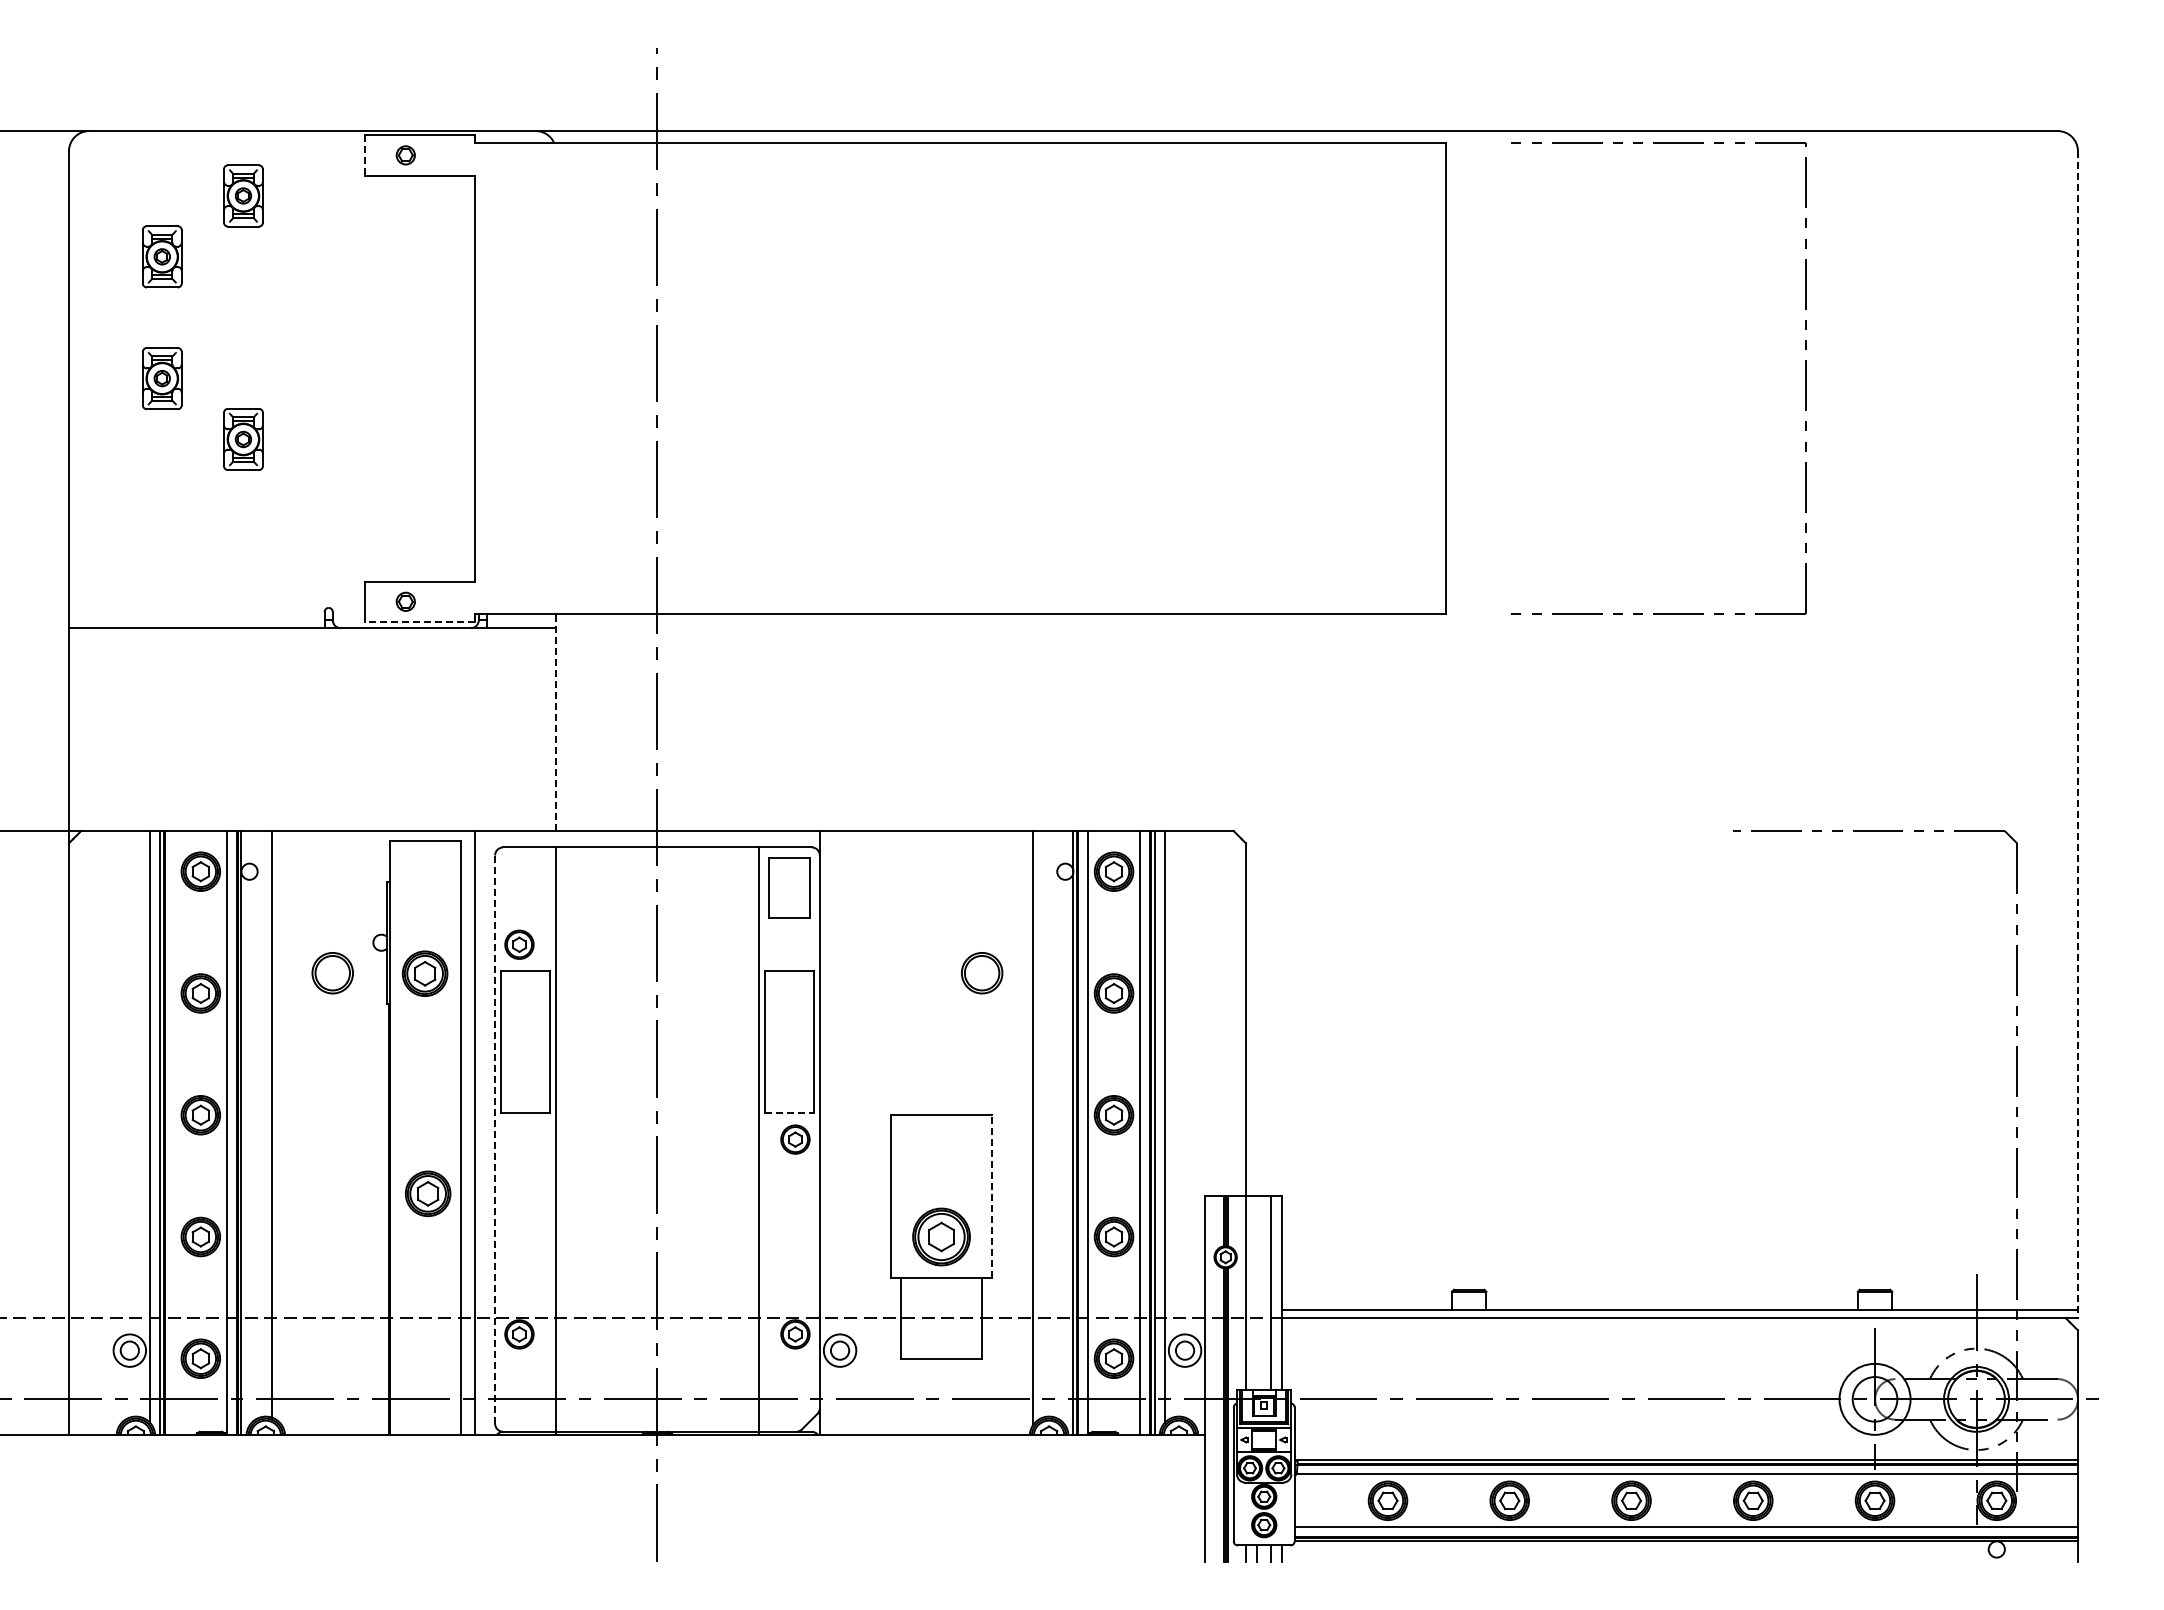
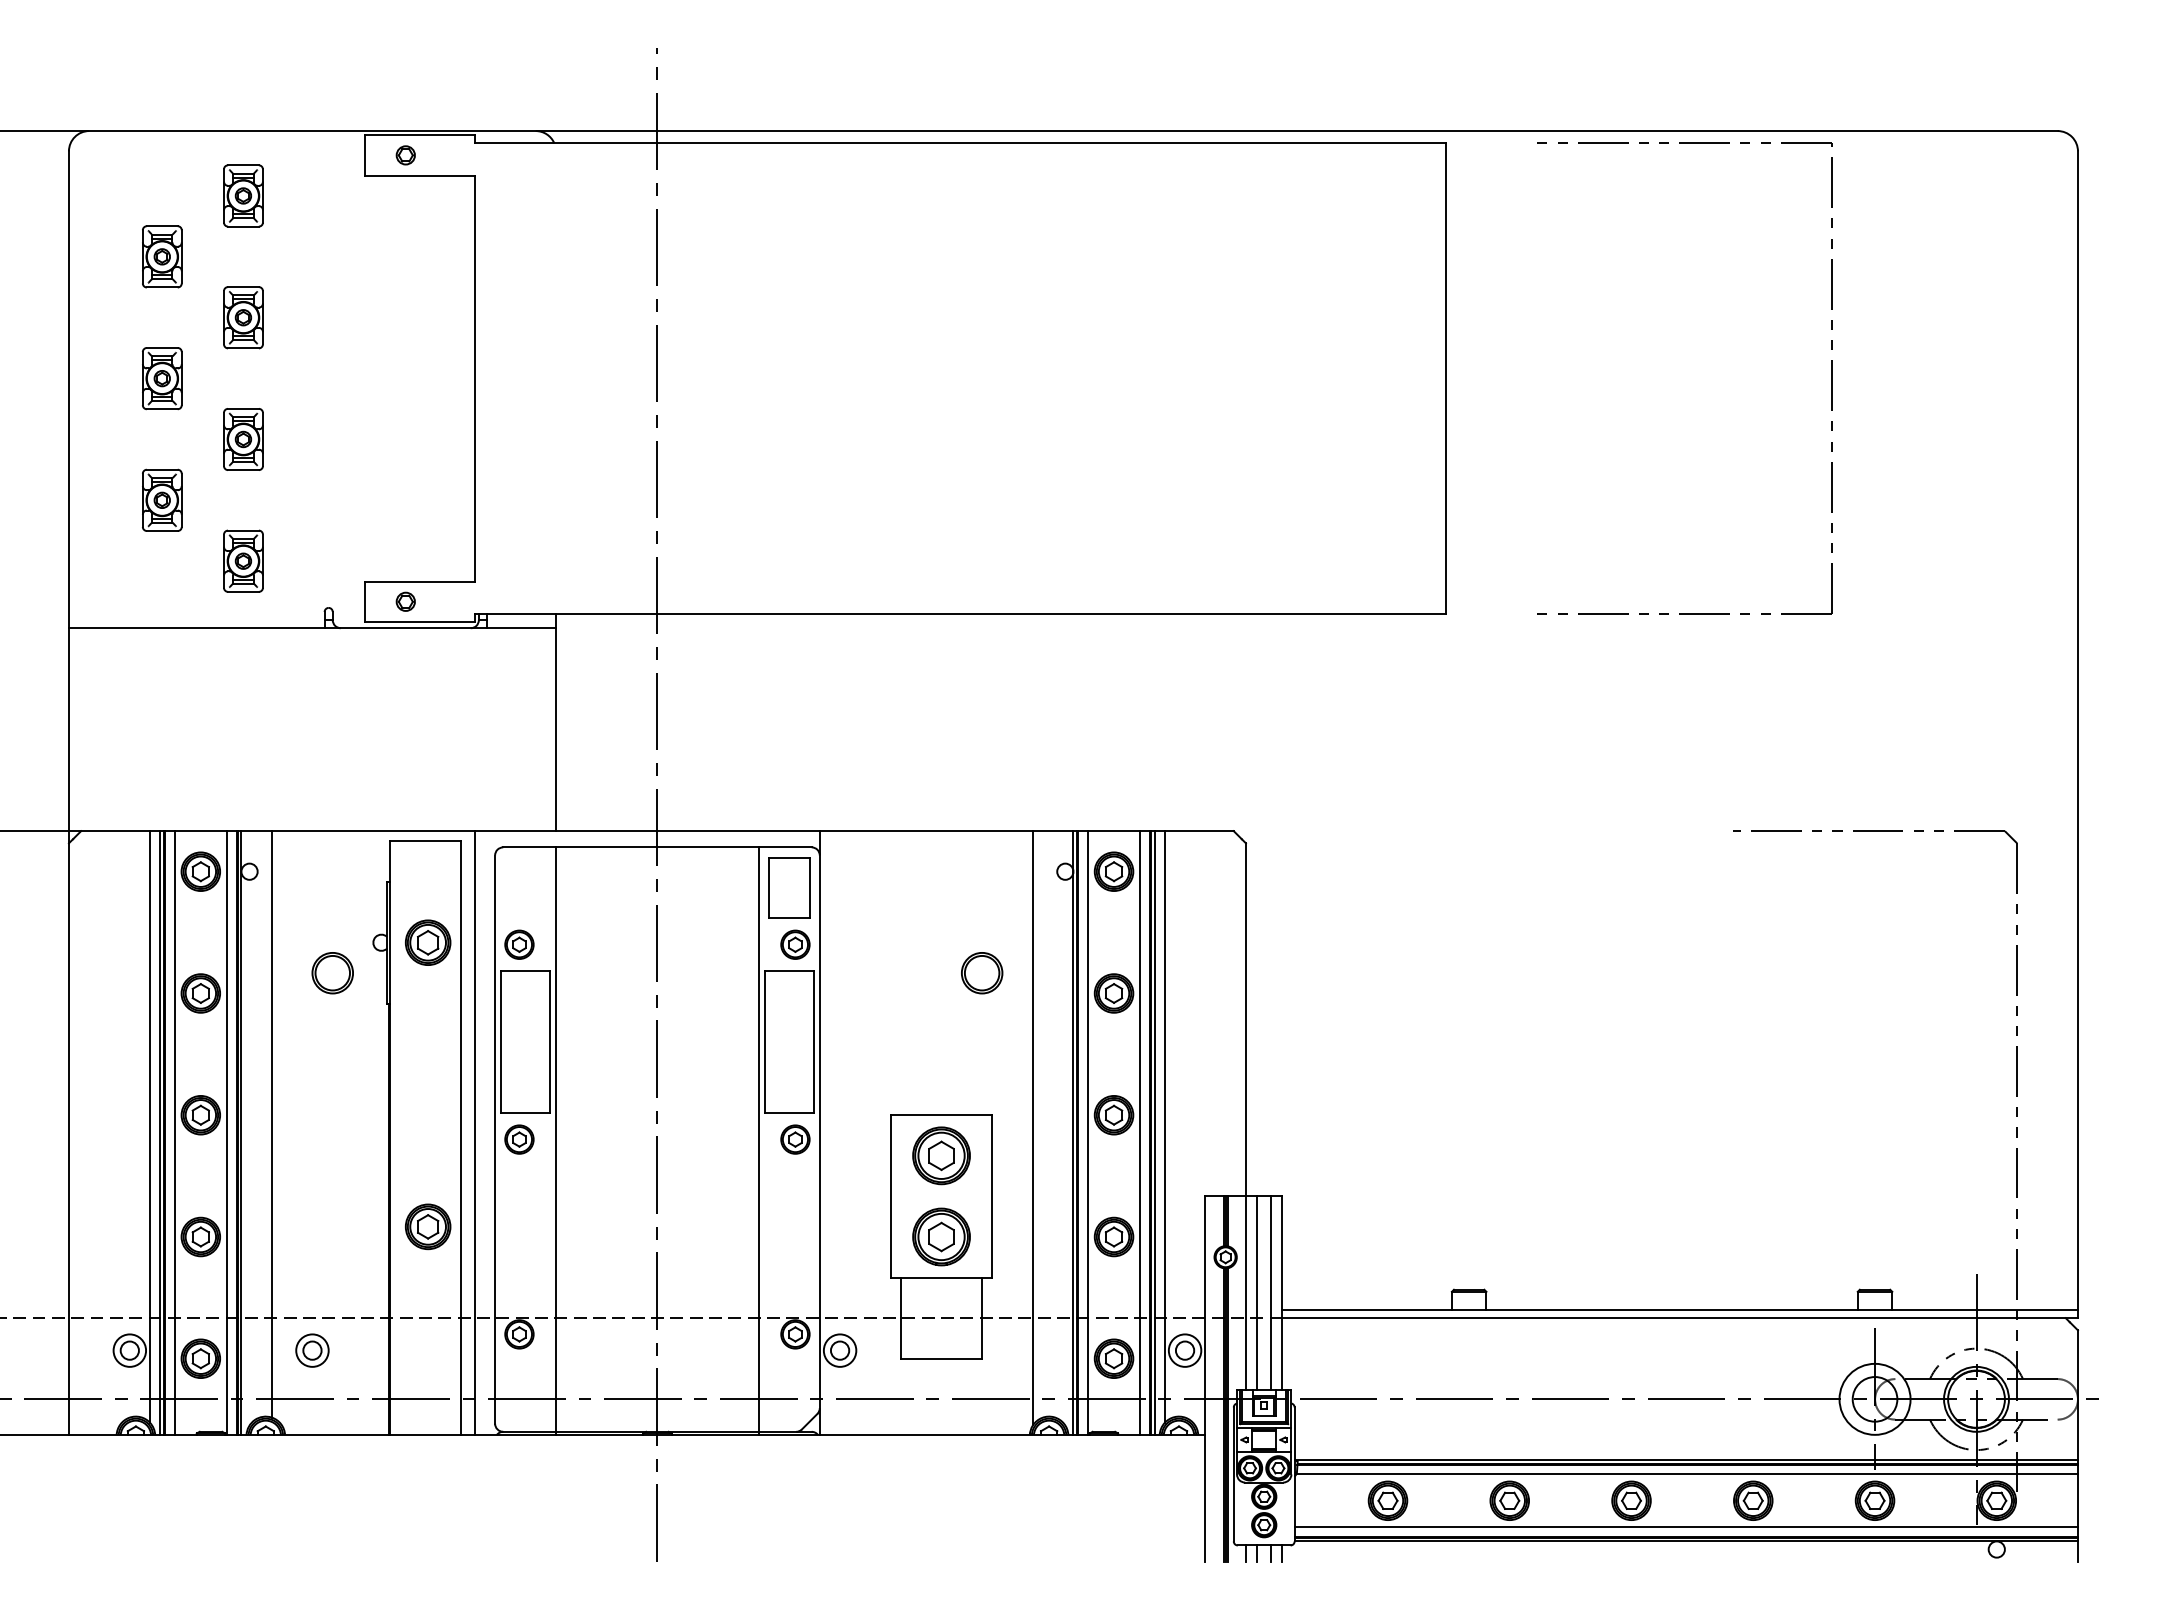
line at (365, 155): dashed -> solid
part at (243, 317): none -> present
part at (1805, 378) position: (1805, 378) -> (1831, 378)
part at (162, 499): none -> present
part at (243, 560): none -> present
line at (420, 622): dashed -> solid
line at (555, 722): dashed -> solid
line at (2077, 735): dashed -> solid
part at (795, 944): none -> present
part at (424, 973) position: (424, 973) -> (427, 942)
line at (789, 1113): dashed -> solid
line at (174, 1133): none -> present
line at (495, 1139): dashed -> solid
part at (519, 1139): none -> present
part at (941, 1155): none -> present
part at (428, 1193) position: (428, 1193) -> (428, 1226)
line at (992, 1195): dashed -> solid
line at (1257, 1293): none -> present
part at (312, 1350): none -> present
